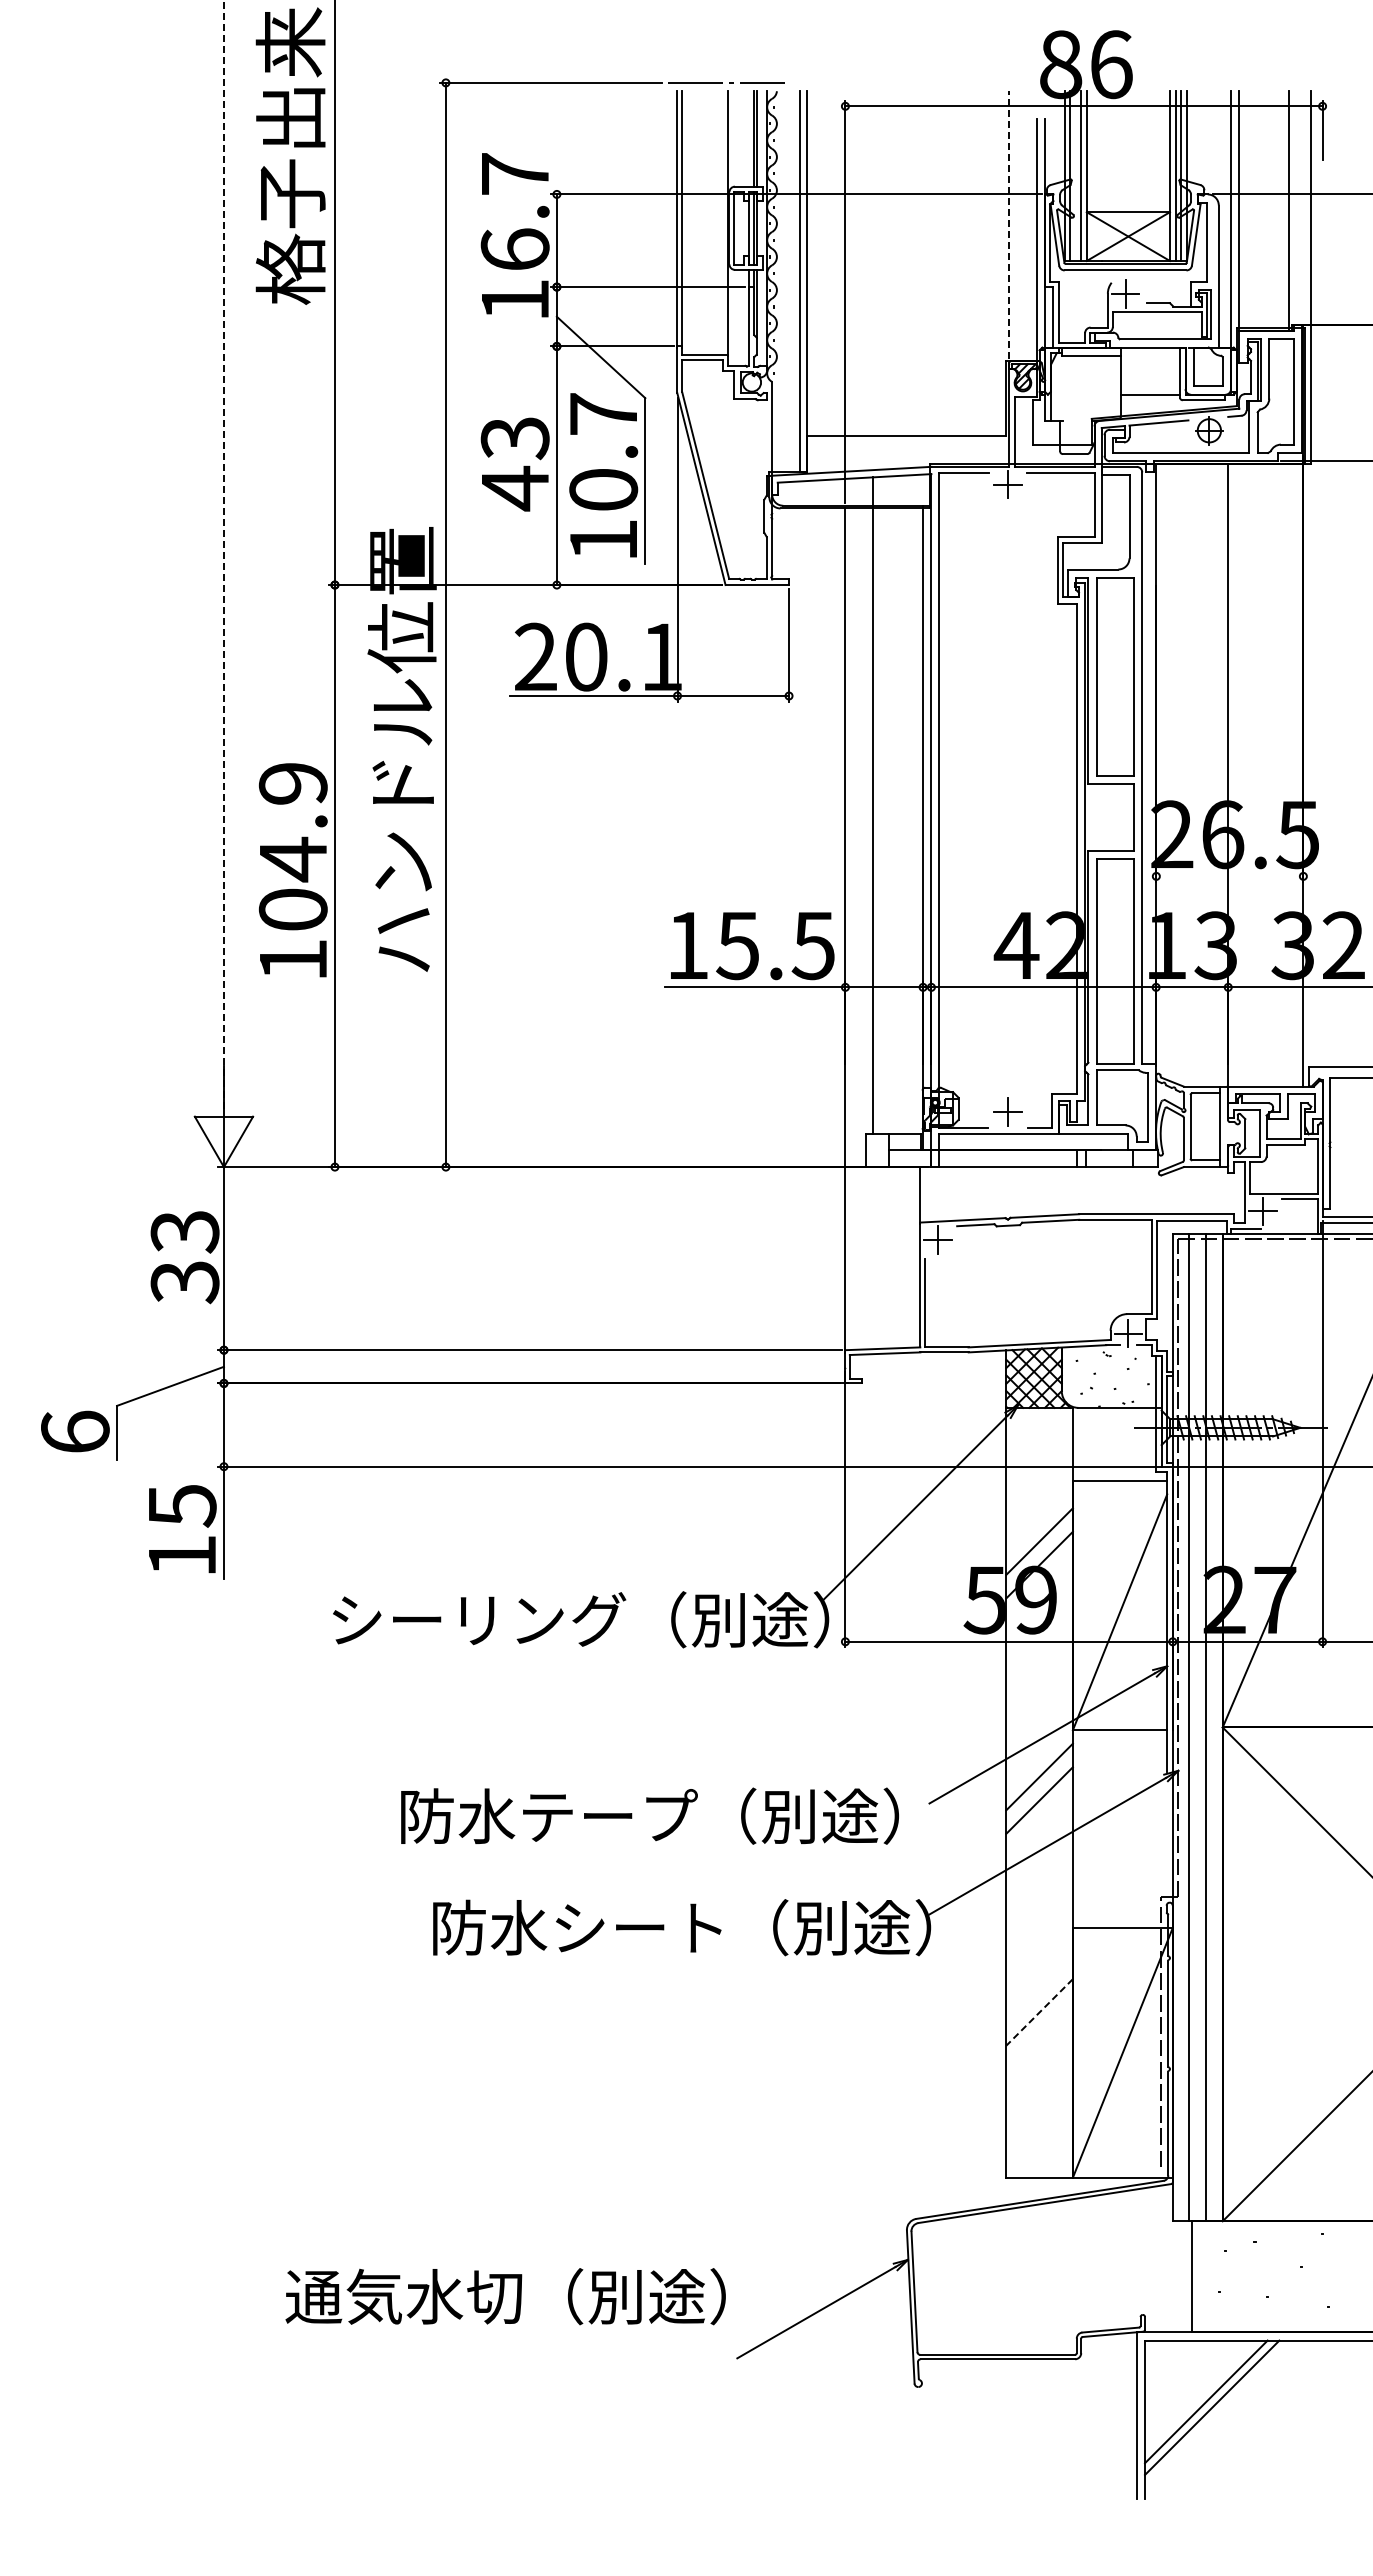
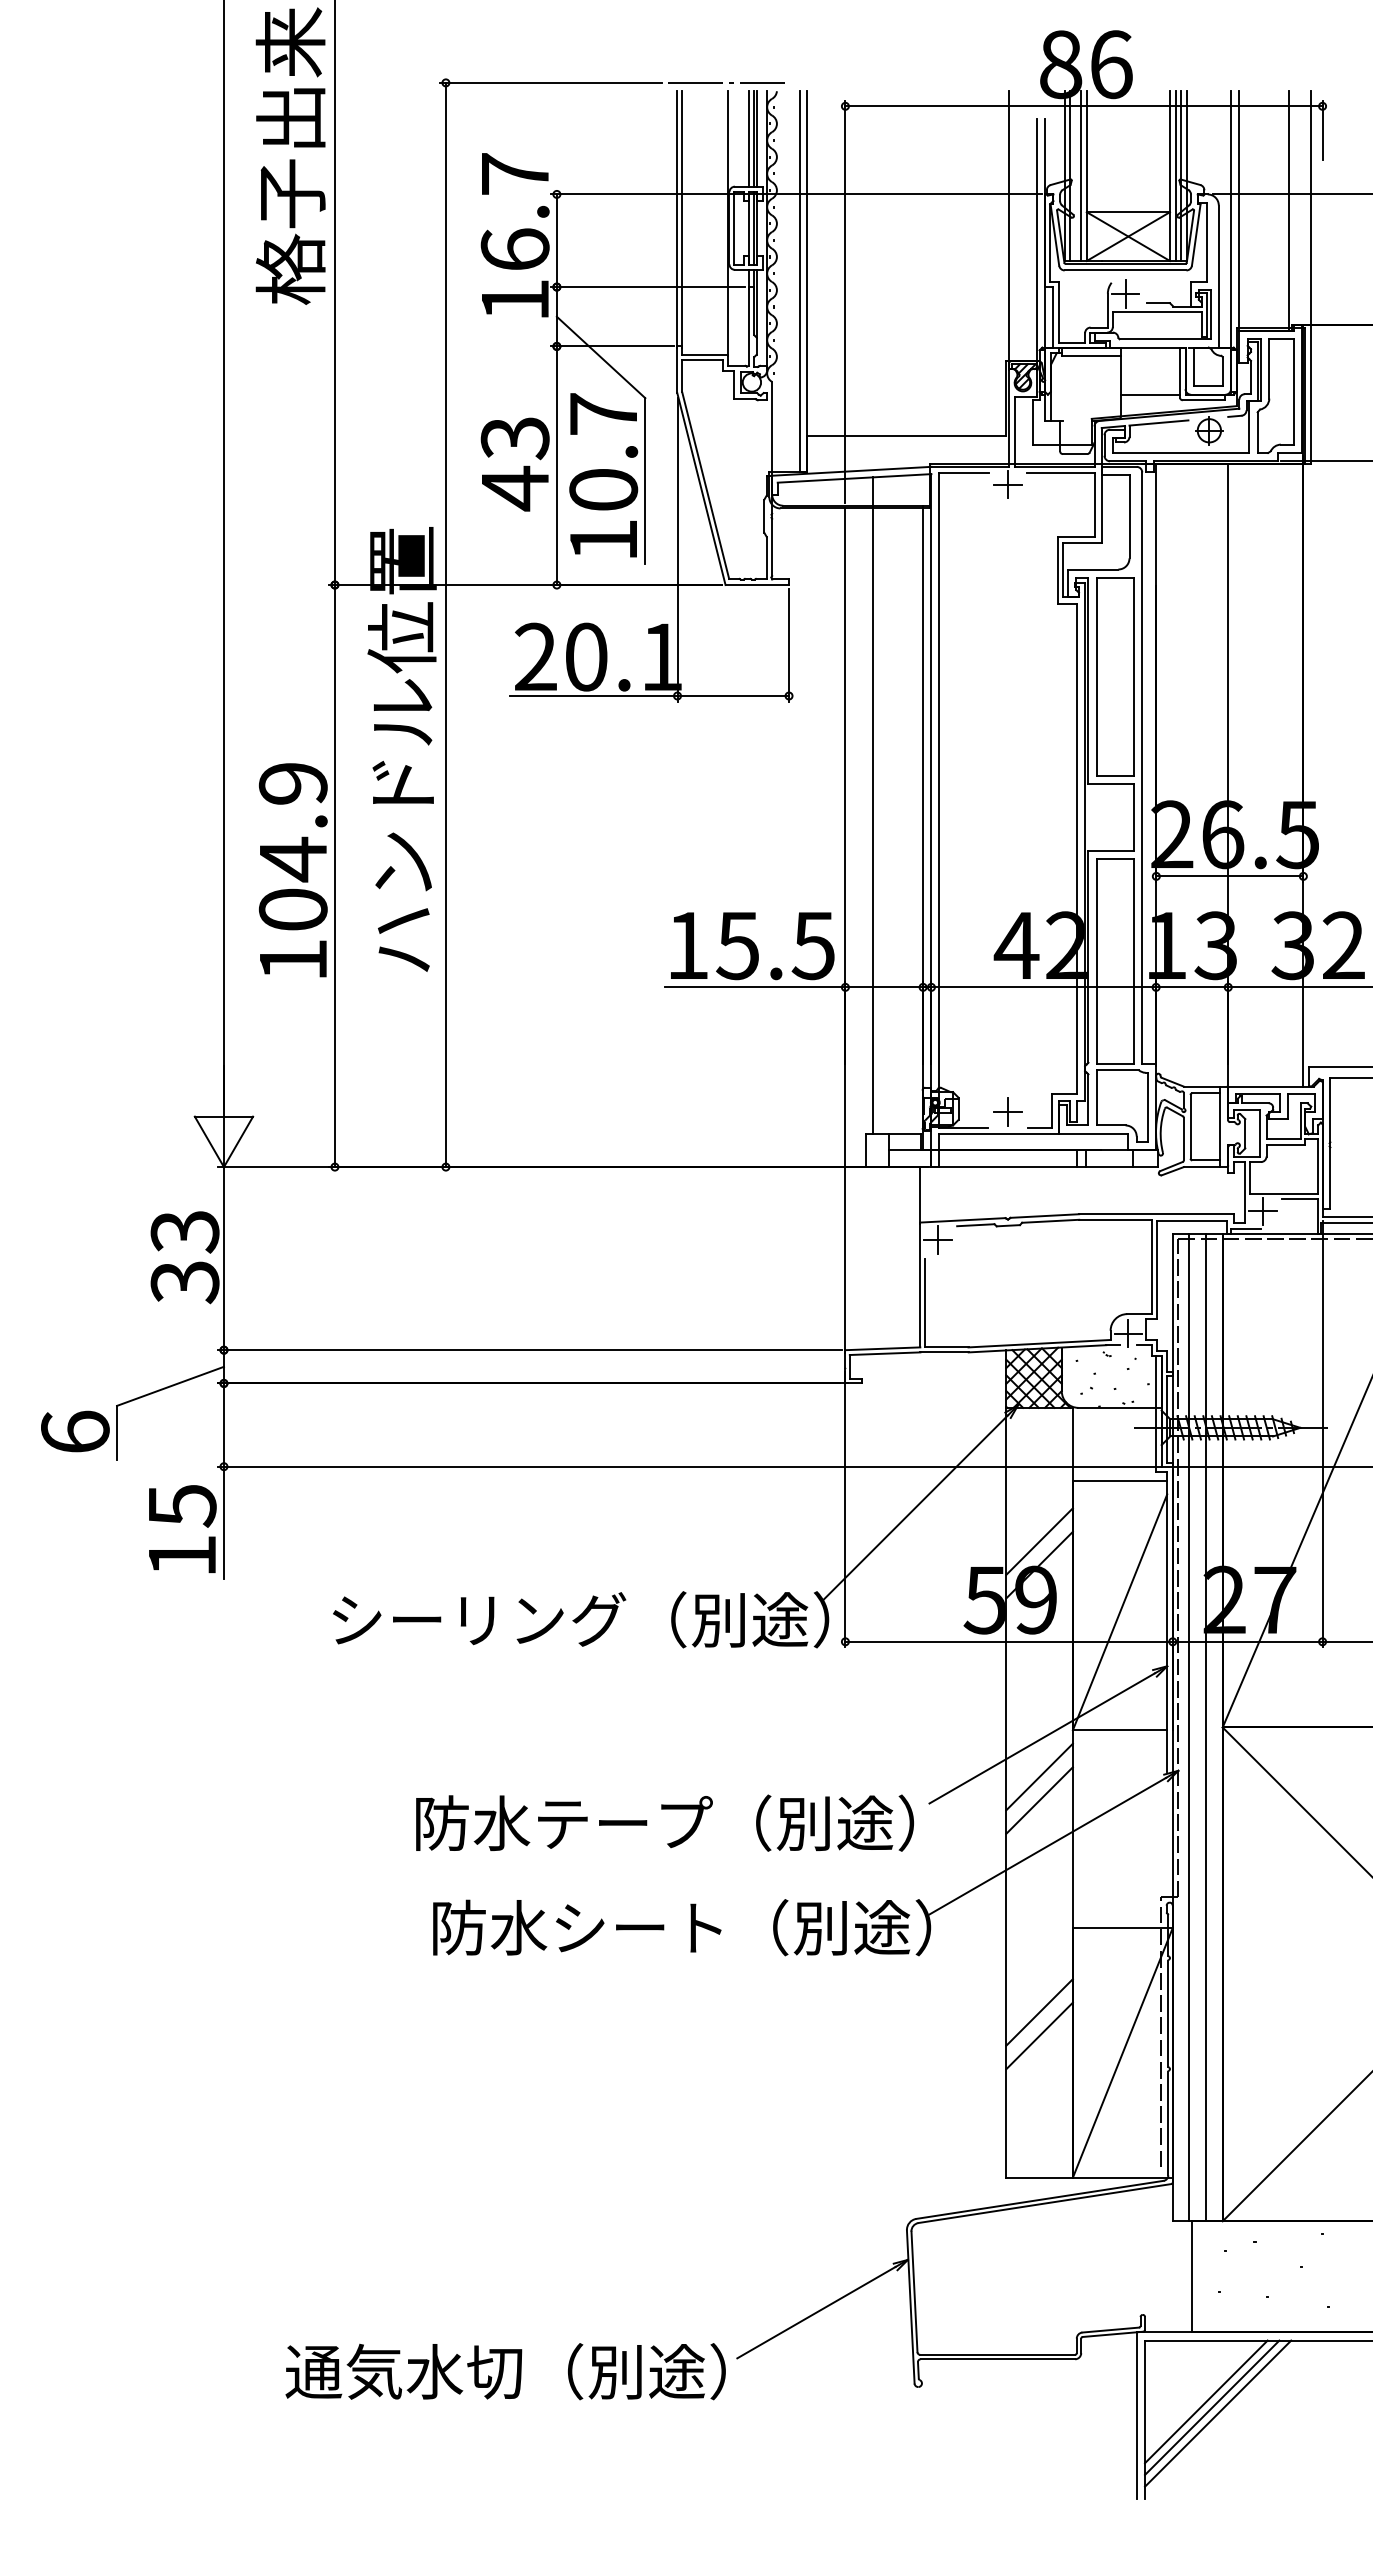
line at (748, 138): none -> present
line at (1009, 230): dashed -> solid
line at (223, 554): dashed -> solid
line at (1229, 876): none -> present
text at (649, 1815) position: (649, 1815) -> (664, 1822)
line at (1039, 2012): dashed -> solid
line at (1039, 2035): none -> present
text at (505, 2296) position: (505, 2296) -> (505, 2371)
line at (1218, 2413): none -> present
